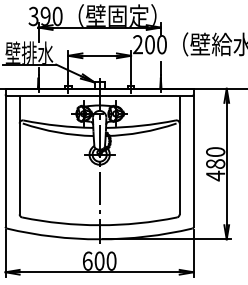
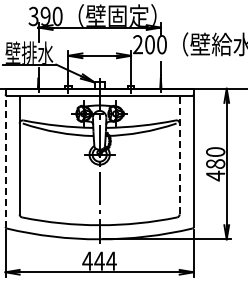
line at (179, 155): solid -> dashed
line at (5, 158): solid -> dashed
text at (99, 260): 600 -> 444
